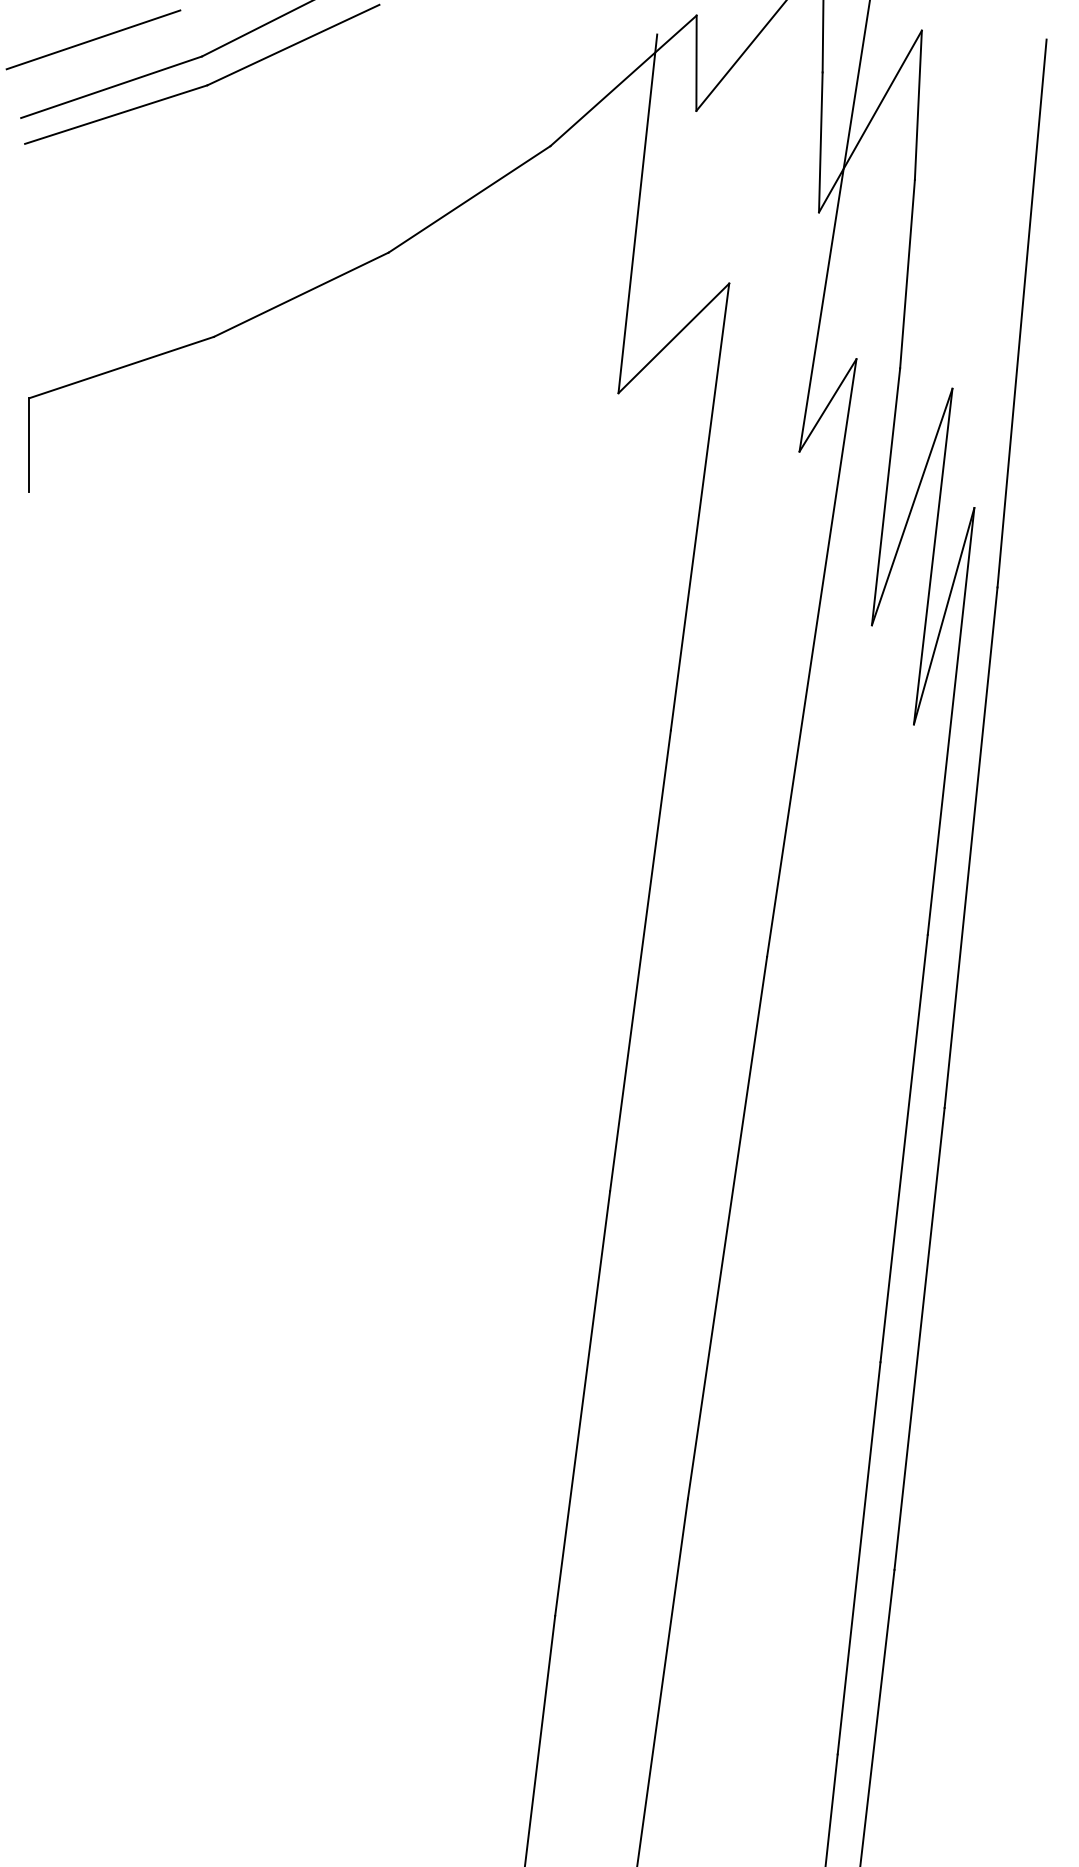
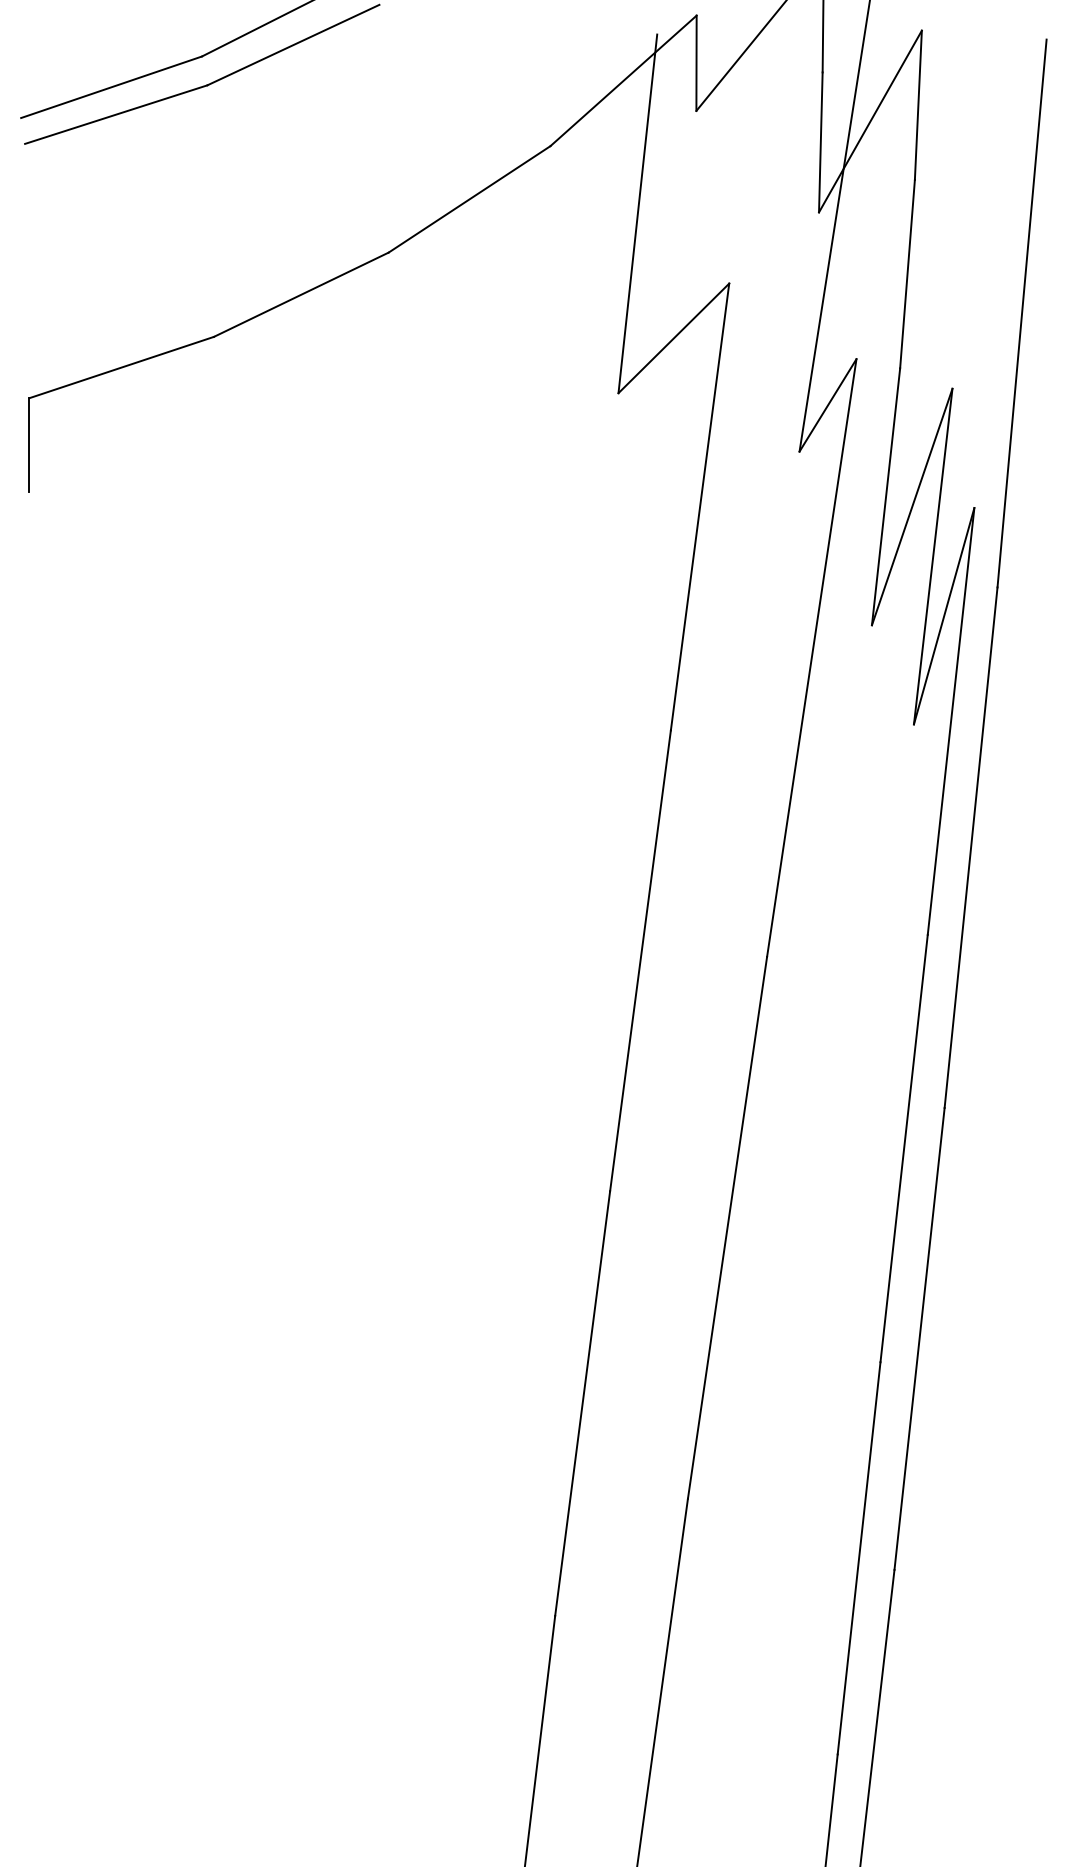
line at (93, 39): present -> none
